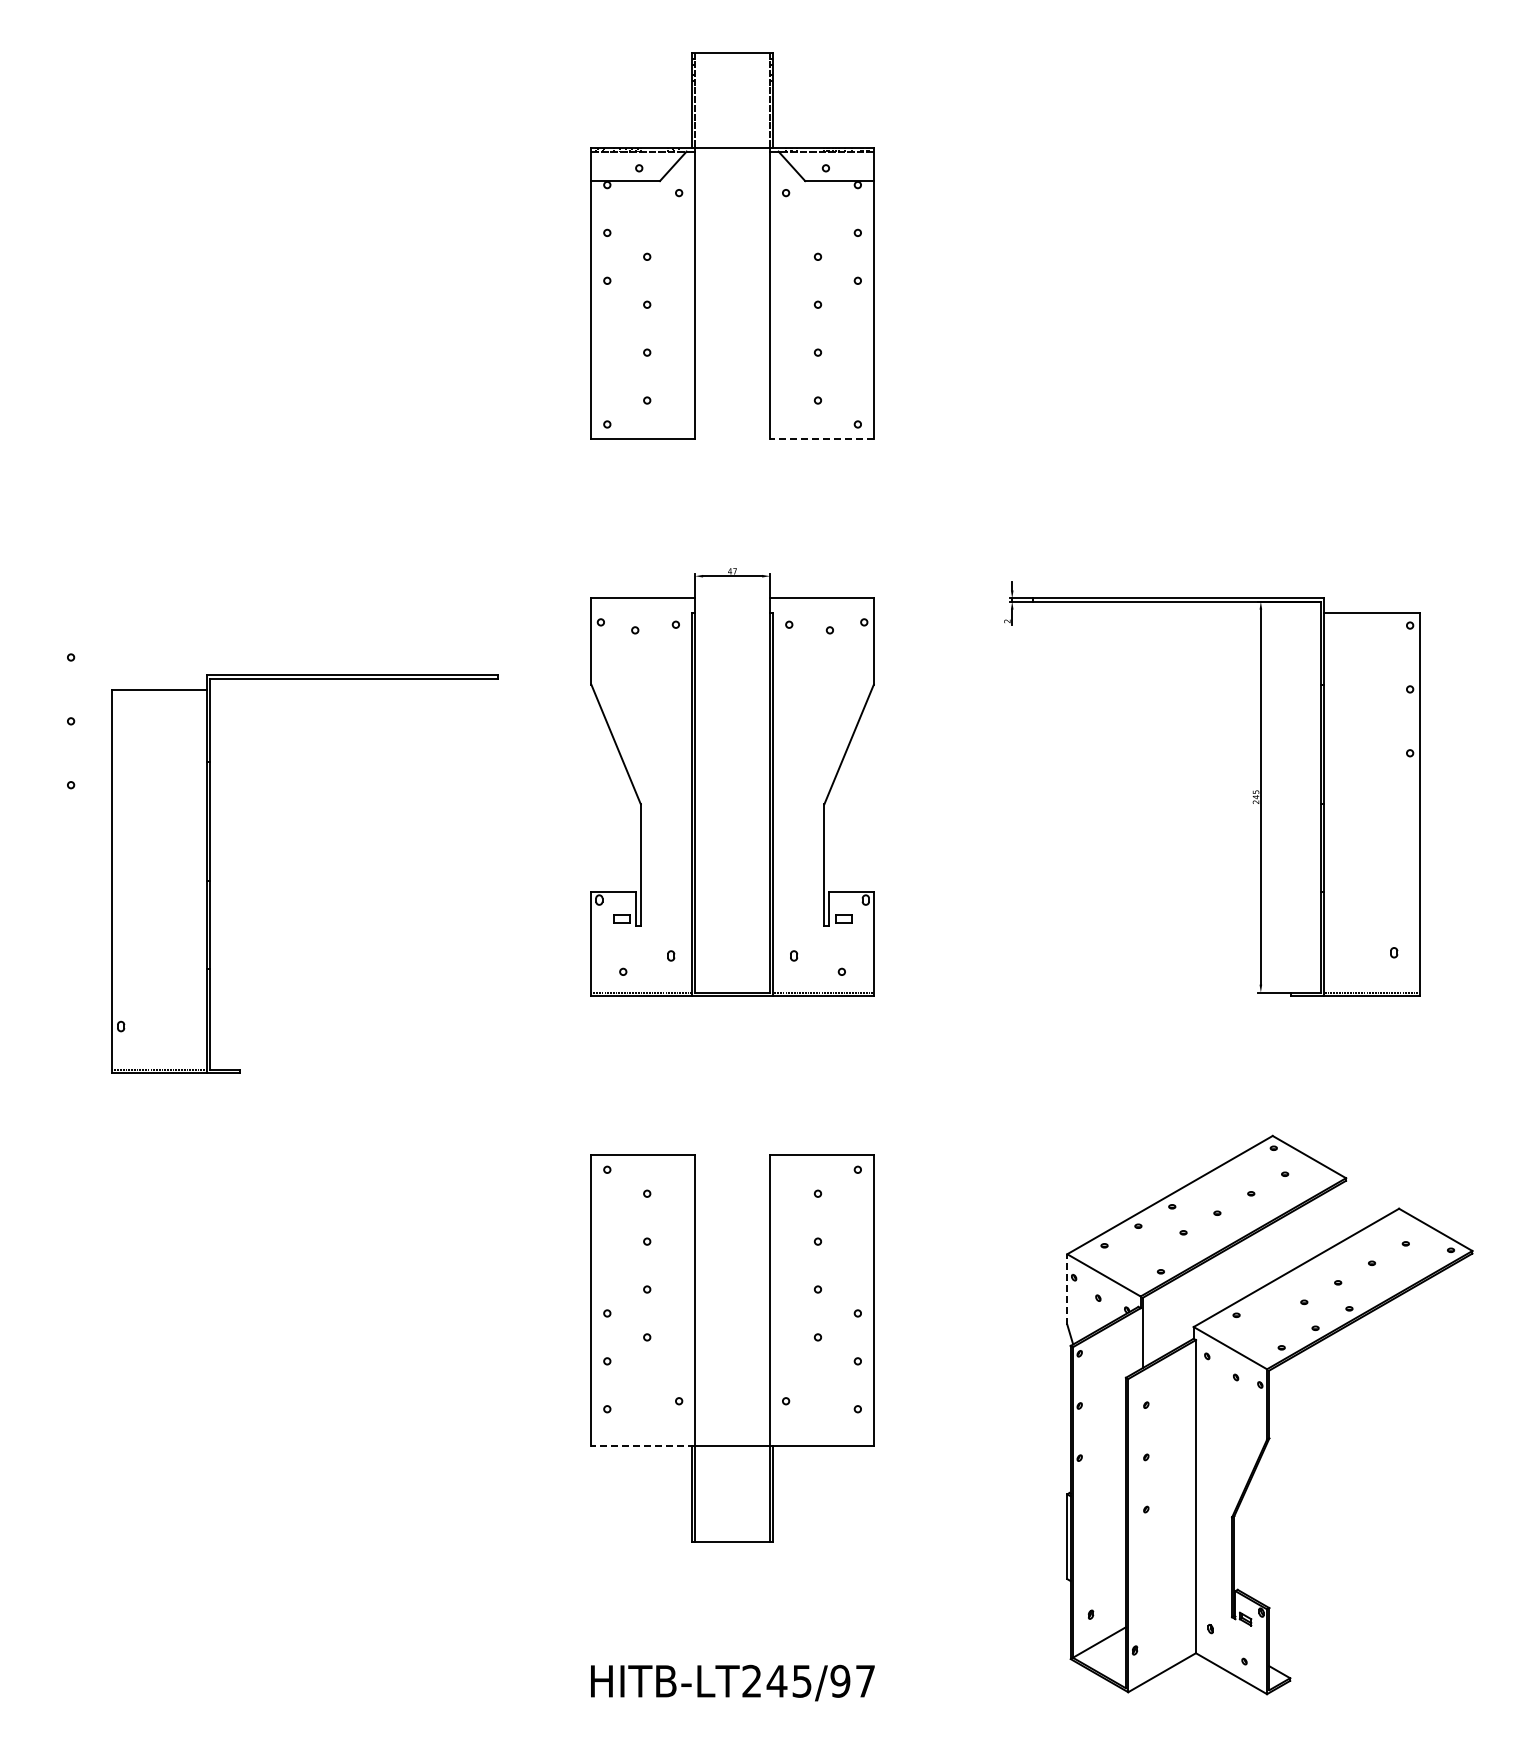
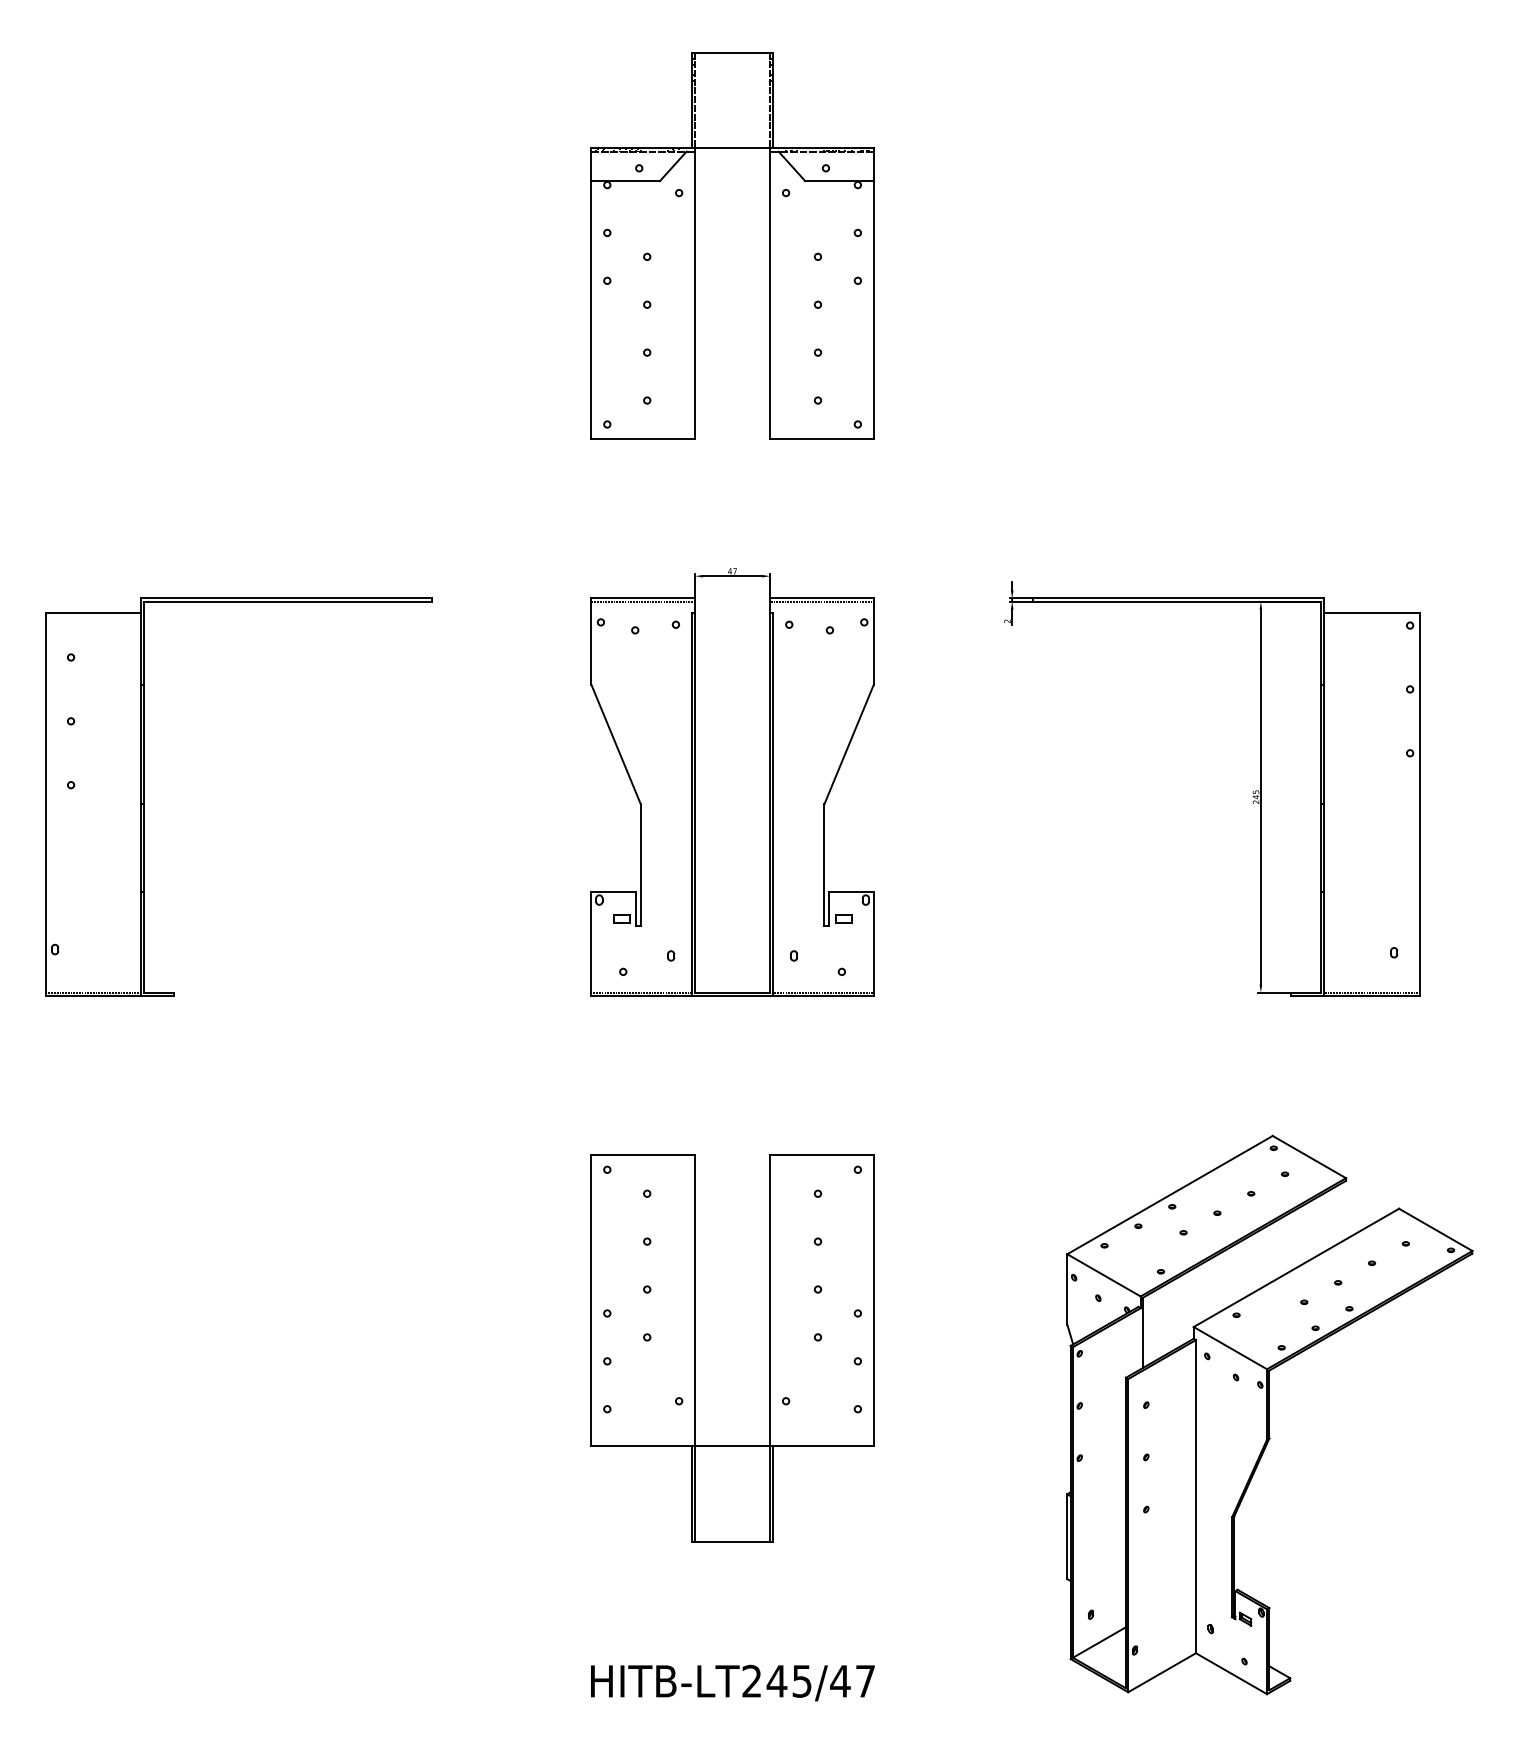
line at (821, 438): dashed -> solid
line at (643, 601): none -> present
line at (821, 601): none -> present
part at (210, 873) position: (210, 873) -> (144, 796)
line at (1067, 1288): dashed -> solid
line at (643, 1445): dashed -> solid
text at (840, 1680): HITB-LT245/97 -> HITB-LT245/47
